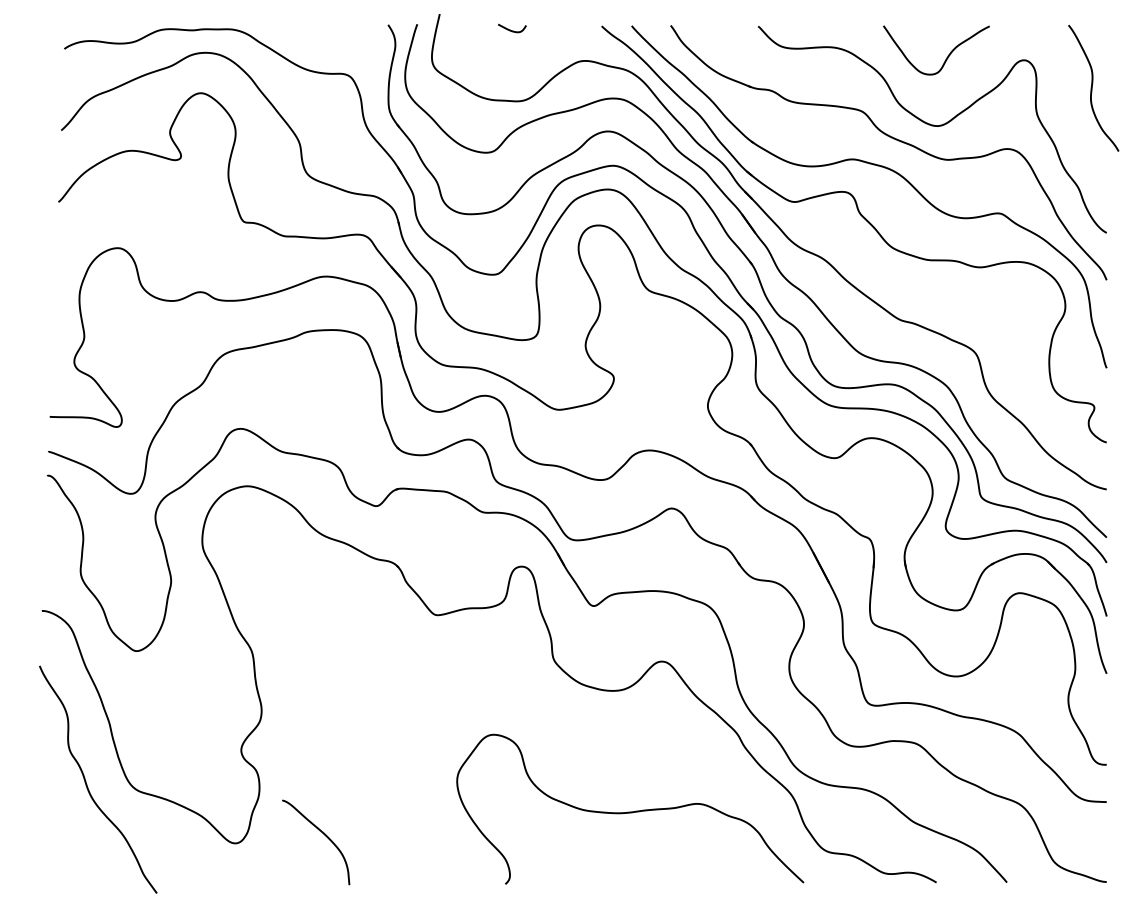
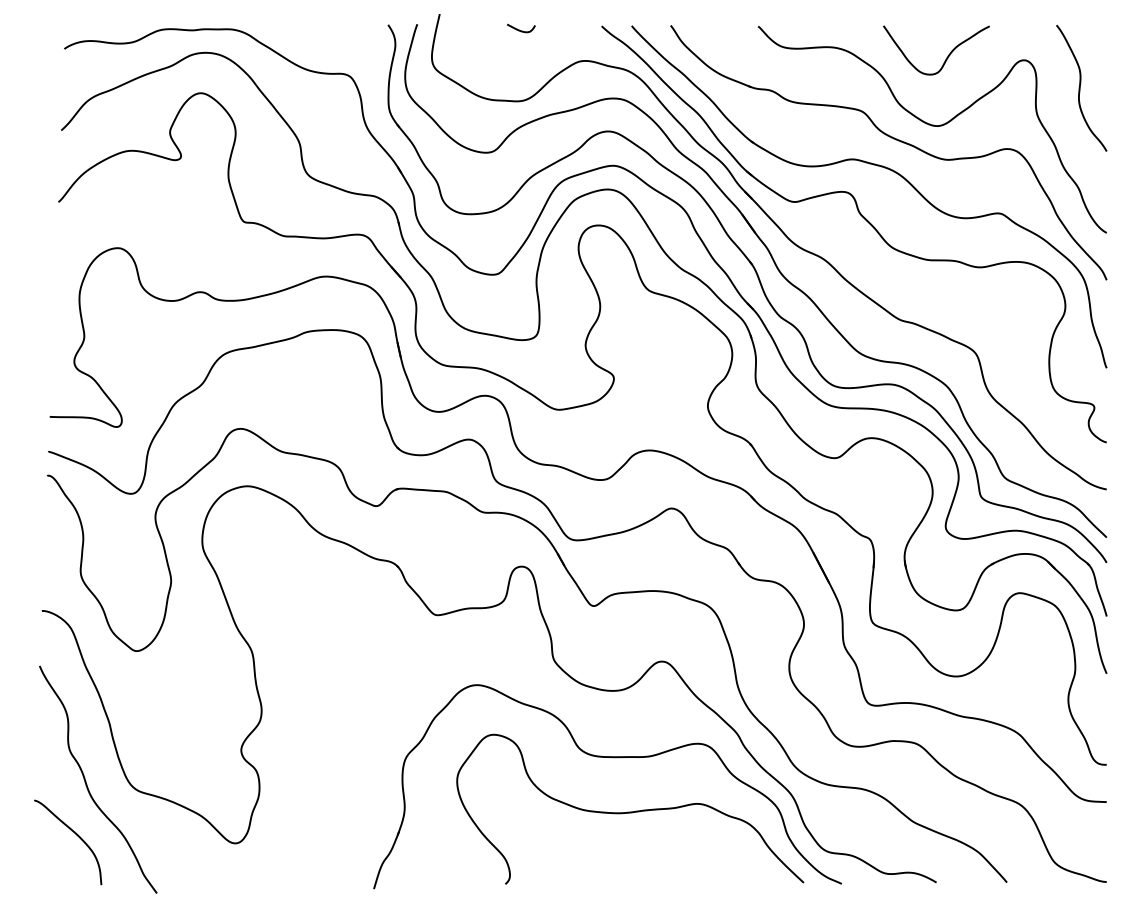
curve at (512, 30) position: (512, 30) -> (521, 30)
curve at (1092, 87) position: (1092, 87) -> (1080, 87)
part at (613, 758): none -> present
curve at (323, 834) position: (323, 834) -> (75, 834)
